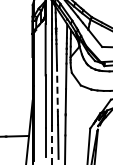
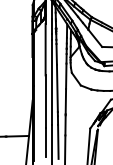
line at (57, 88): dashed -> solid
line at (52, 144): dashed -> solid
